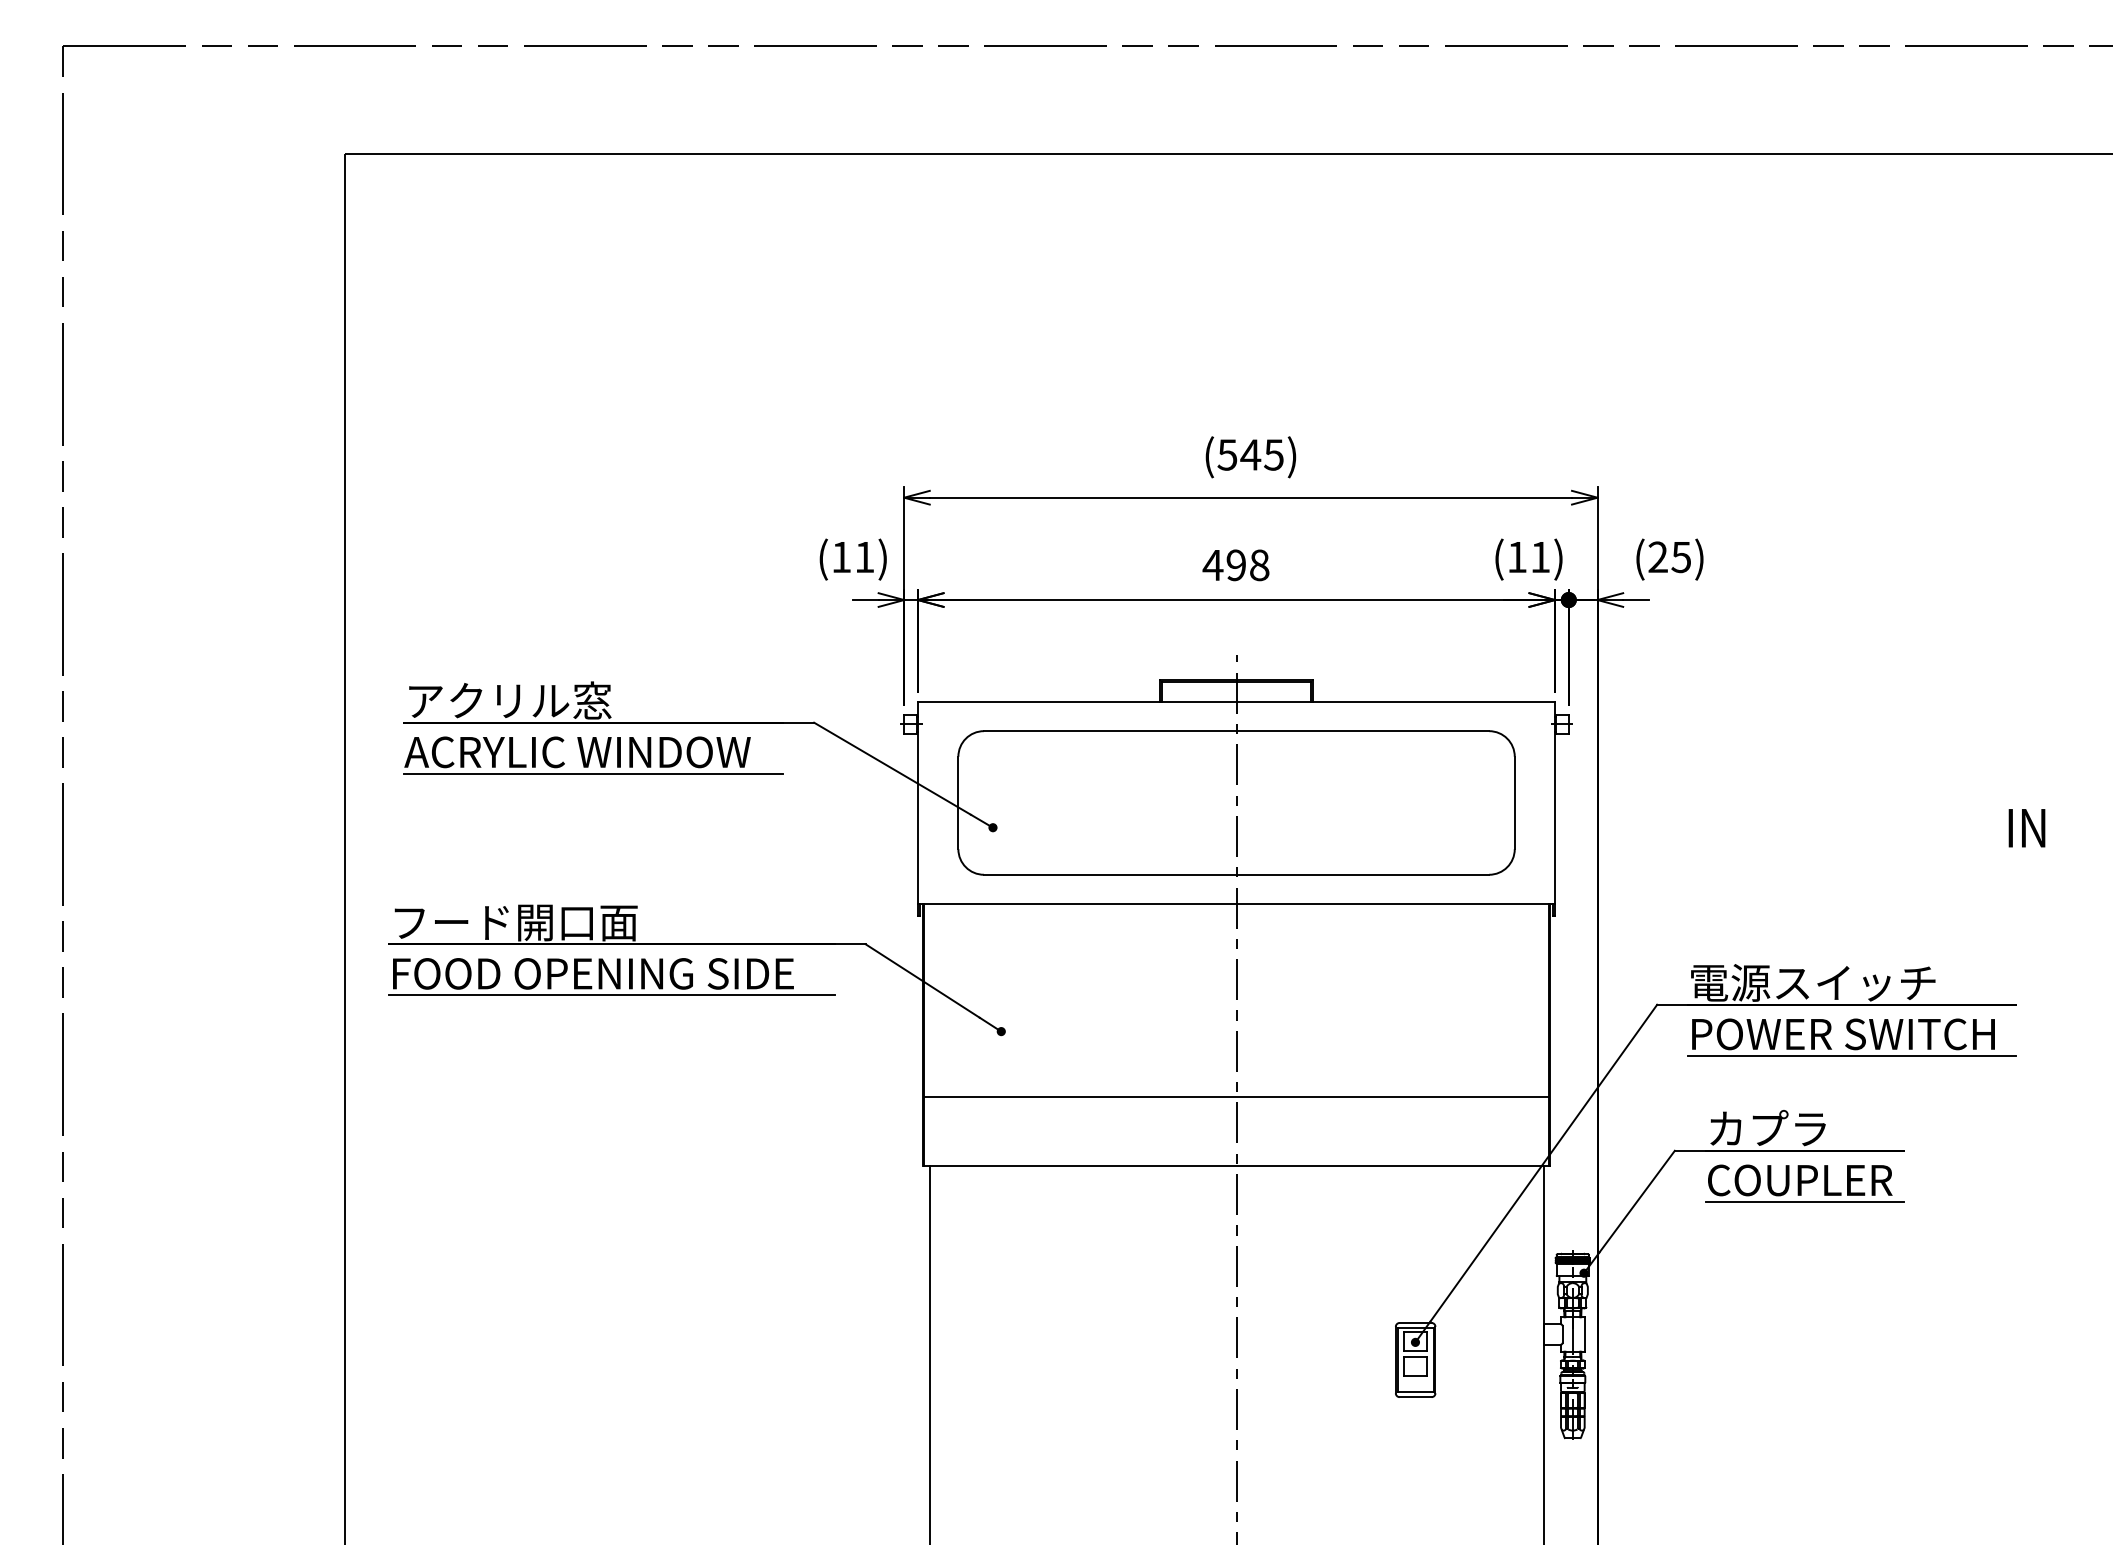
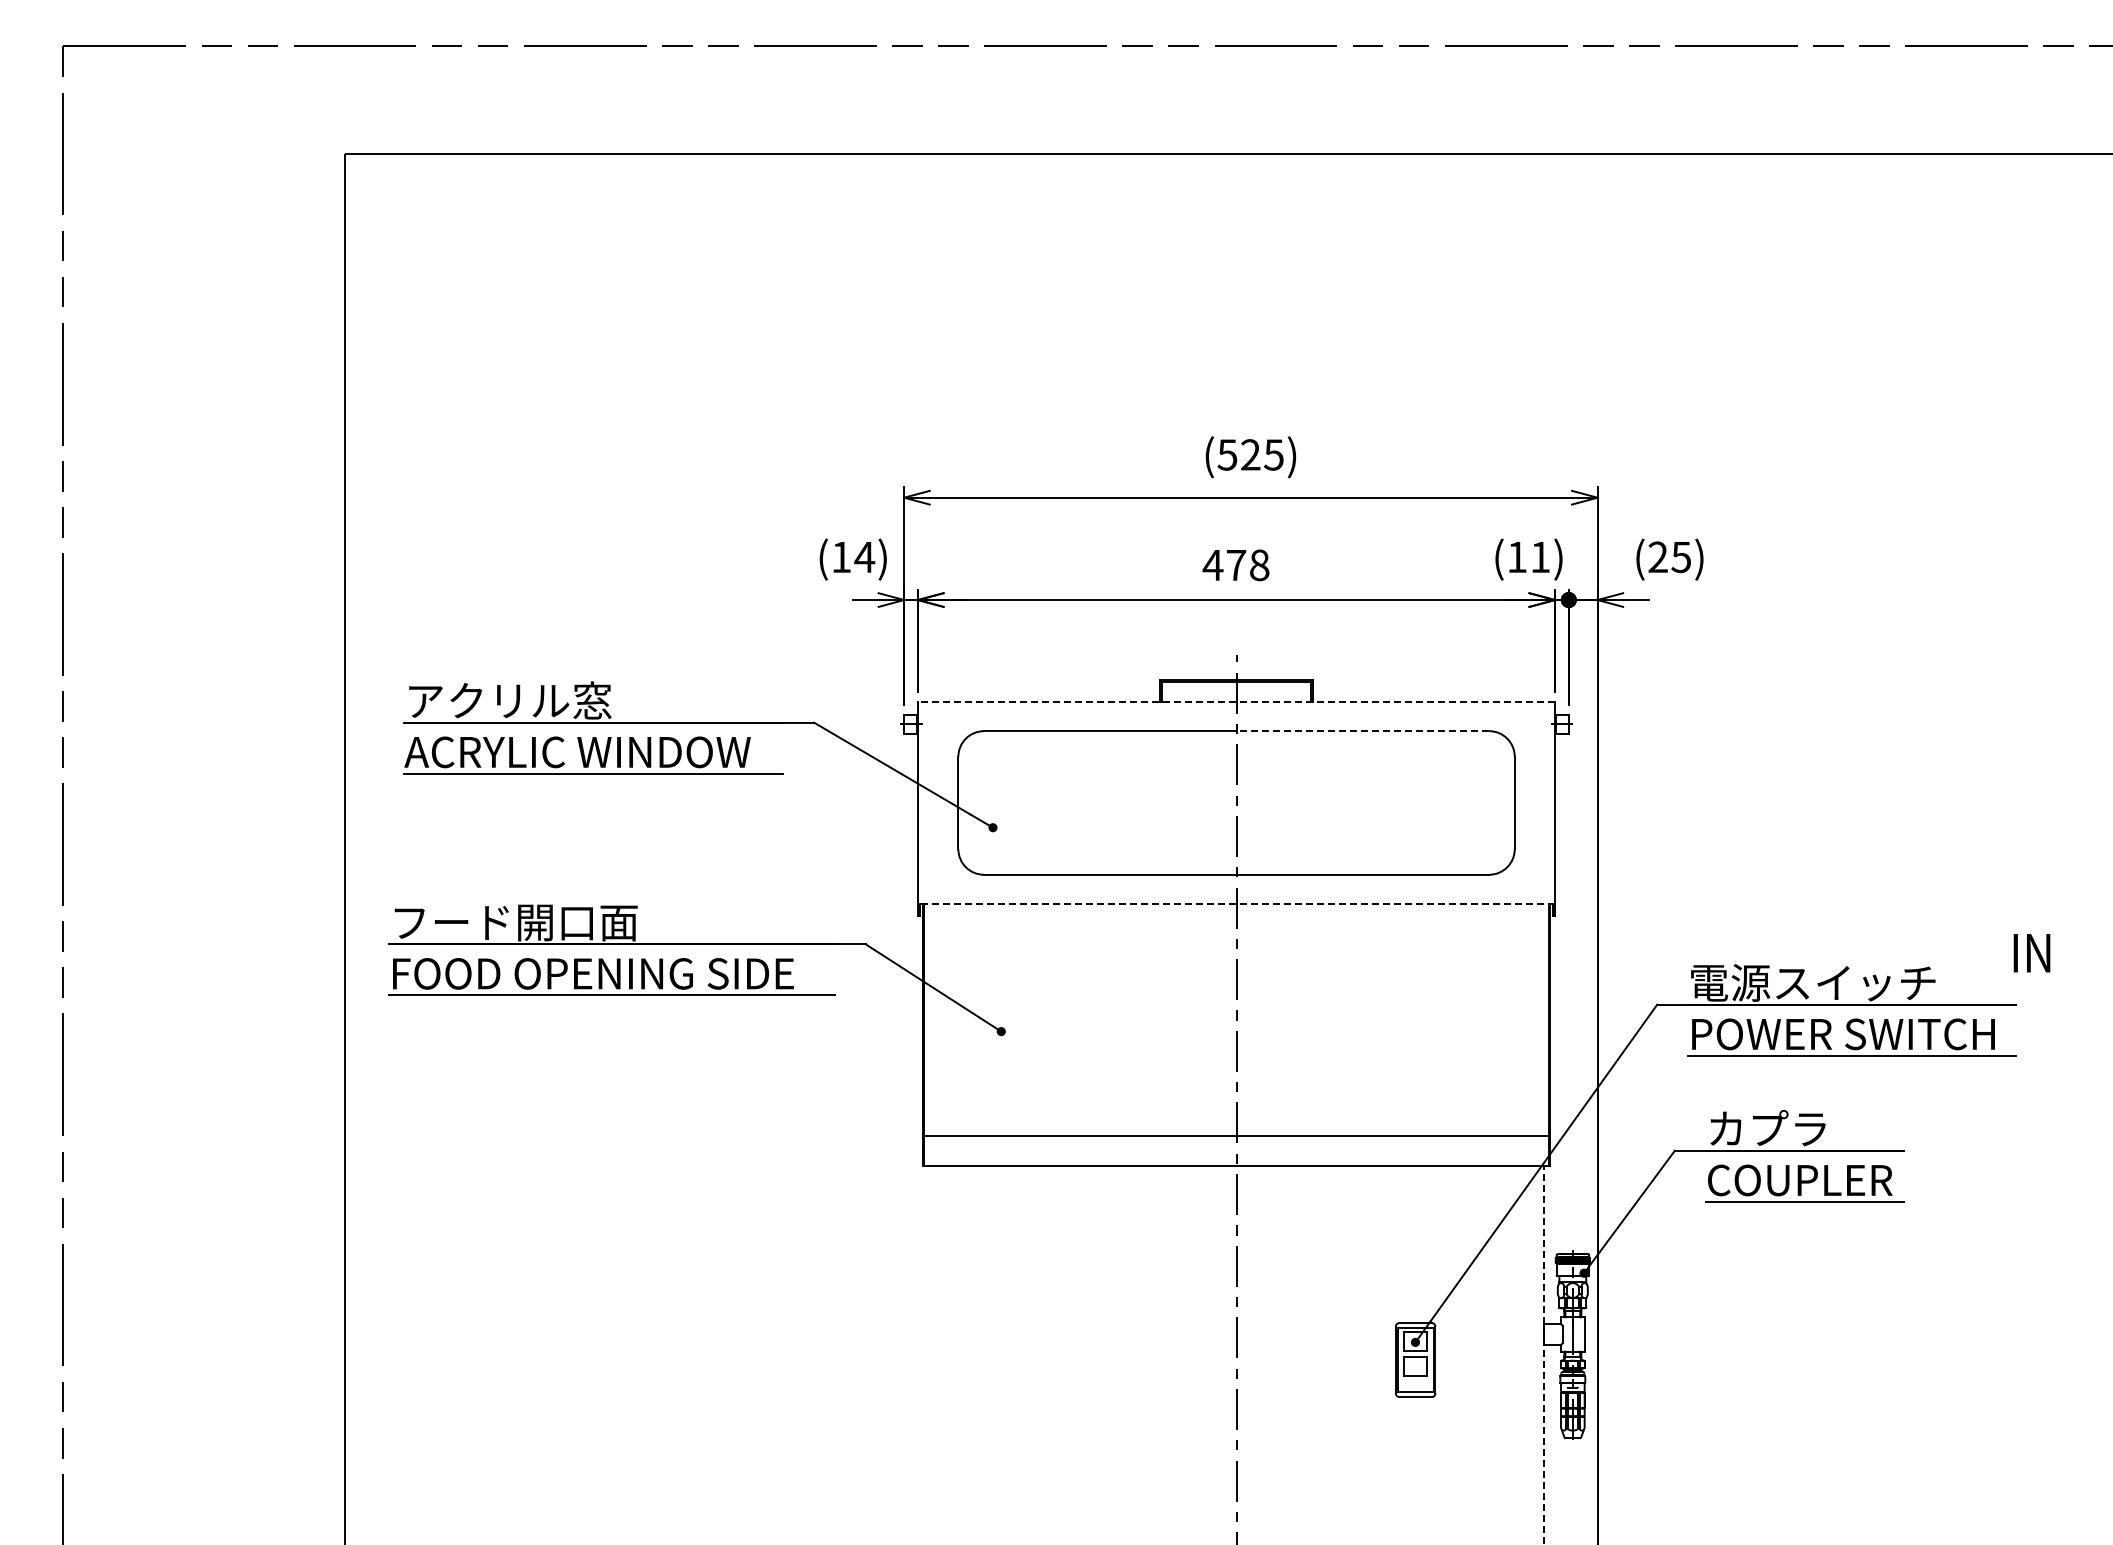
text at (1250, 454): (545) -> (525)
text at (864, 557): (11) -> (14)
text at (1236, 565): 498 -> 478
line at (1236, 702): solid -> dashed
line at (1362, 731): solid -> dashed
text at (2026, 828) position: (2026, 828) -> (2031, 953)
line at (1236, 903): solid -> dashed
line at (1236, 1096) position: (1236, 1096) -> (1236, 1135)
line at (929, 1353): present -> none
line at (1543, 1354): solid -> dashed
